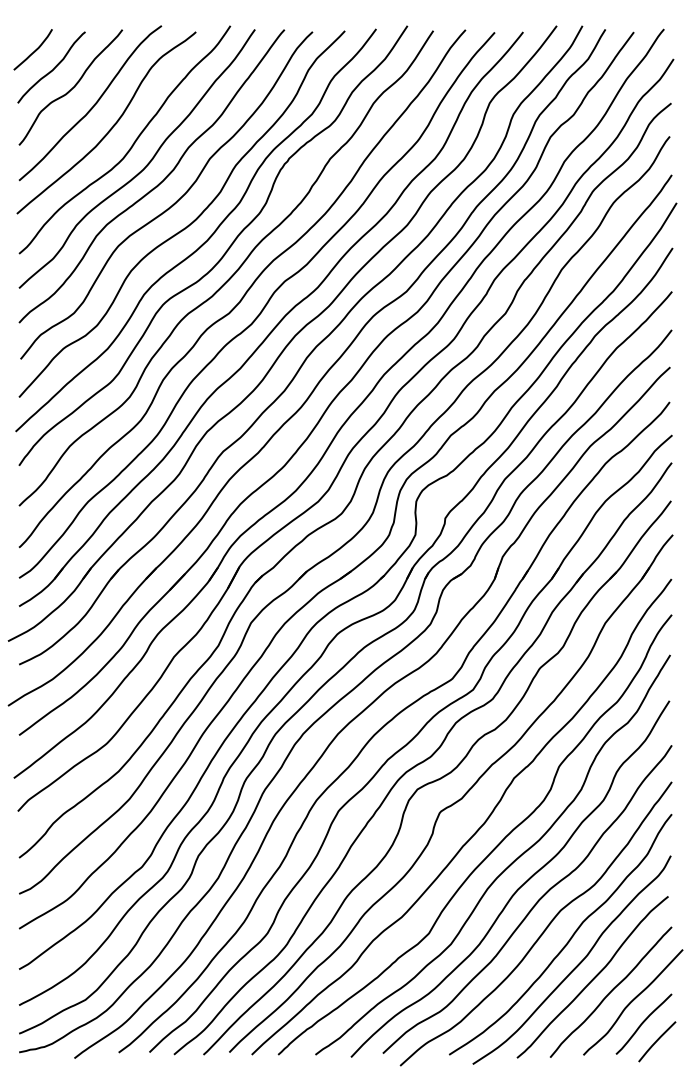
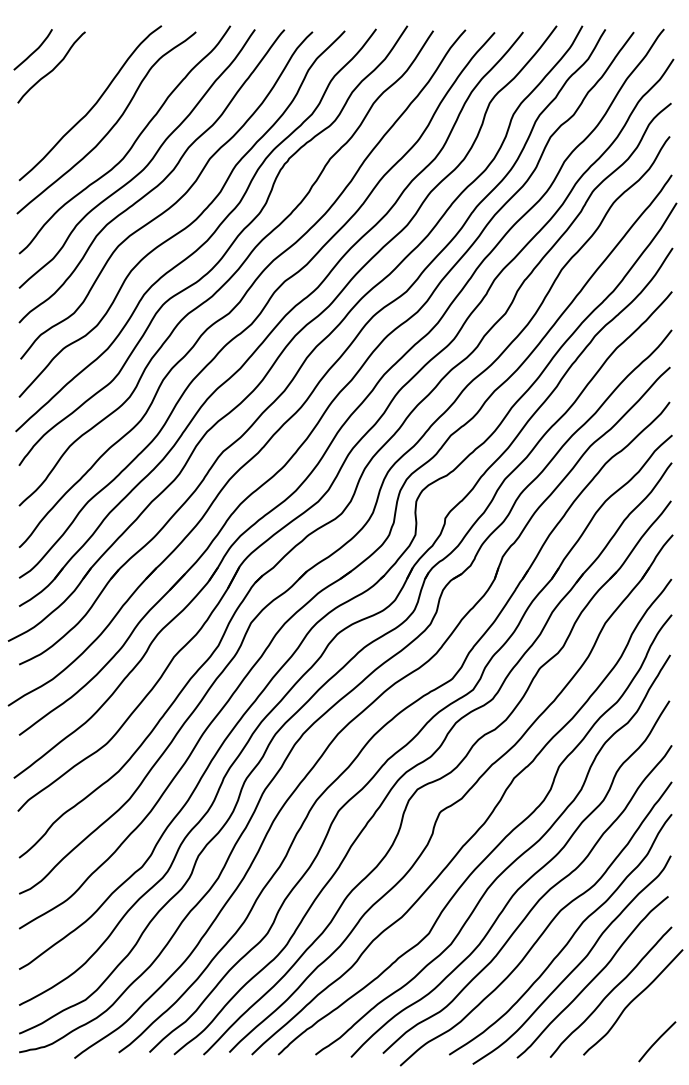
curve at (71, 88): present -> none
curve at (643, 1023): present -> none
